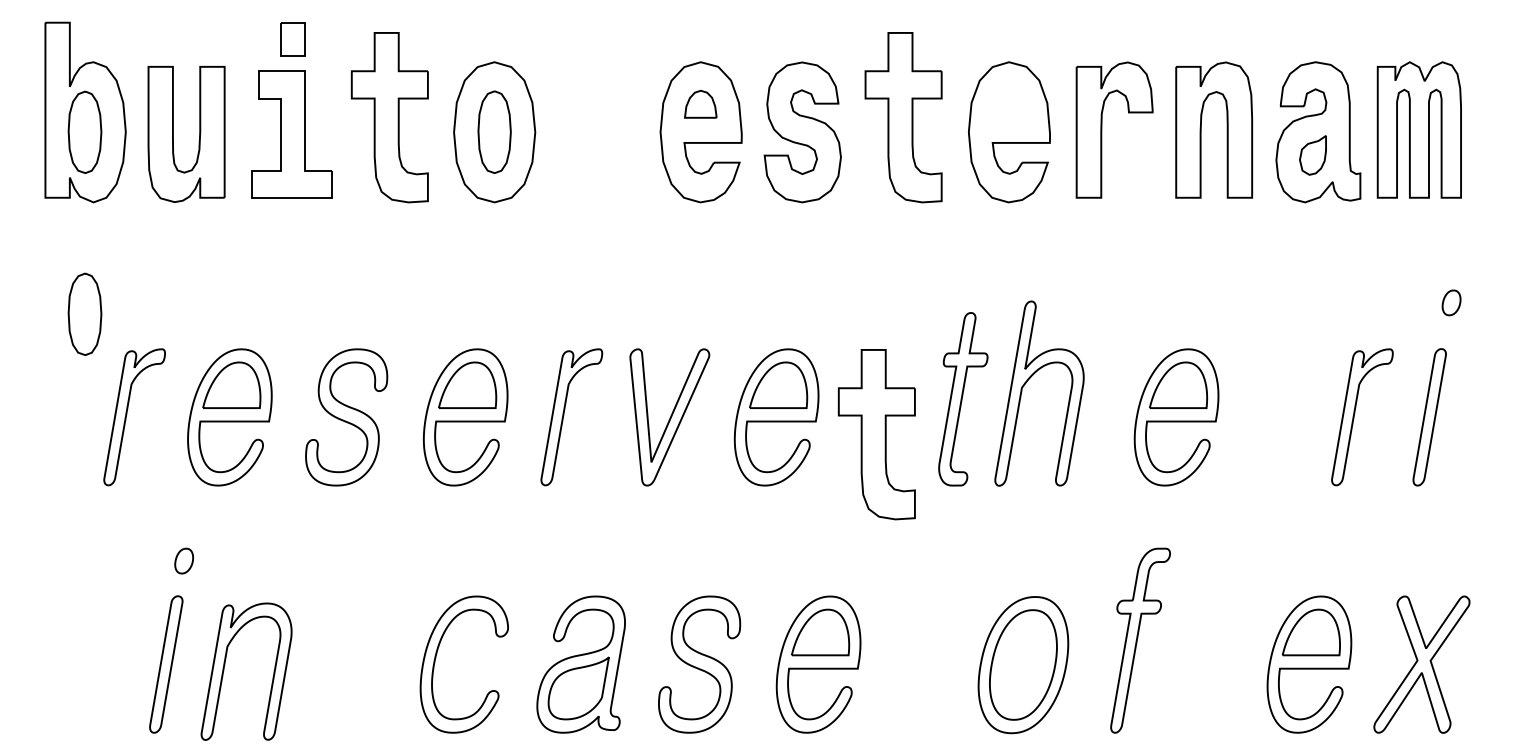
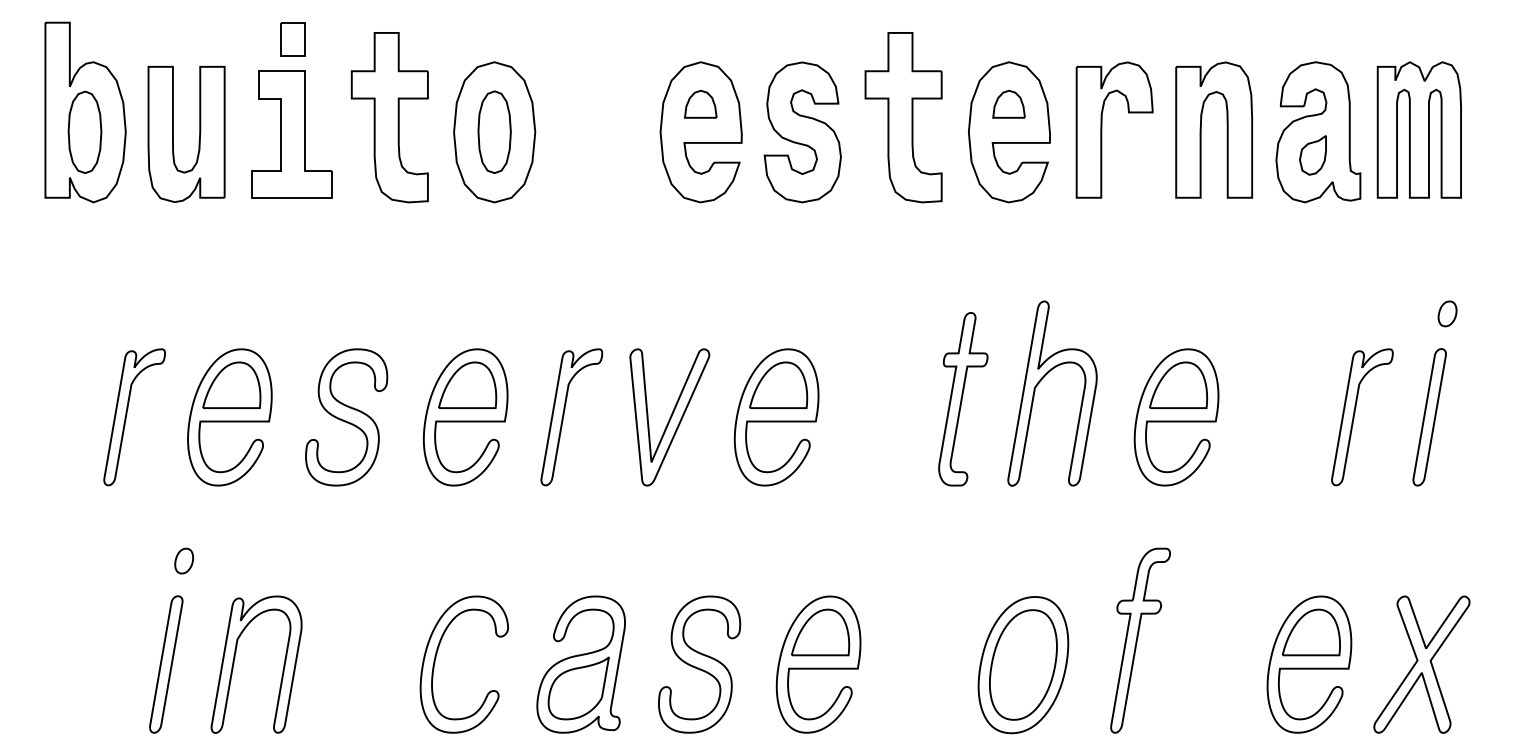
part at (1008, 103): none -> present
part at (1451, 302) position: (1451, 302) -> (1447, 313)
part at (84, 313): present -> none
part at (1027, 382) position: (1027, 382) -> (1040, 382)
part at (876, 434): present -> none
part at (225, 665) position: (225, 665) -> (235, 658)
